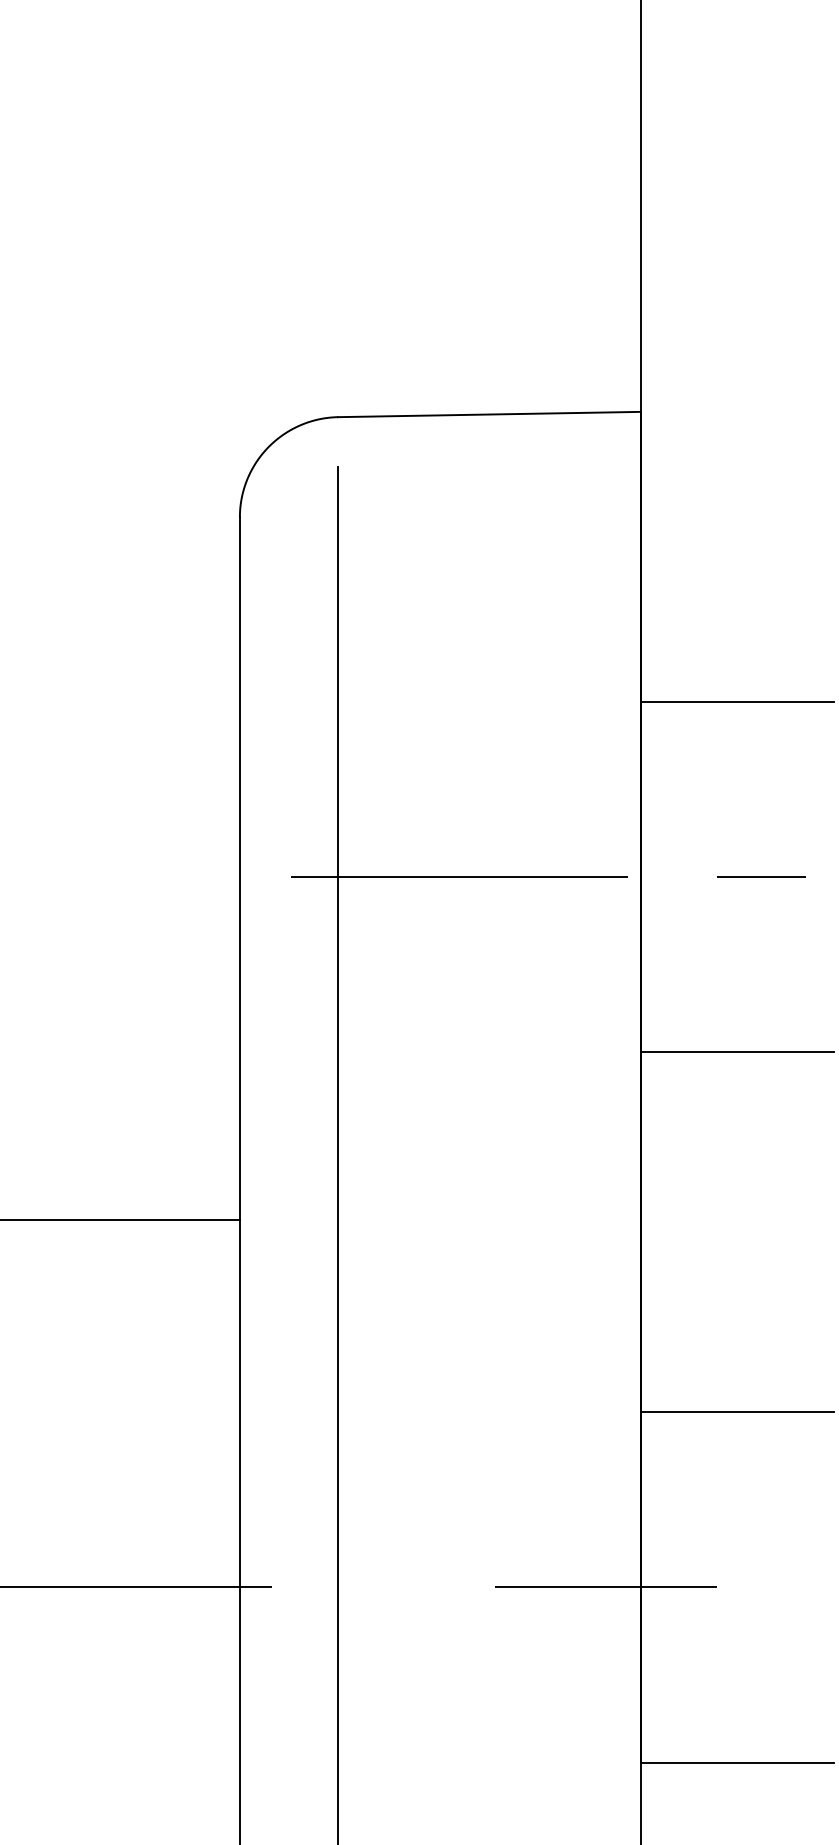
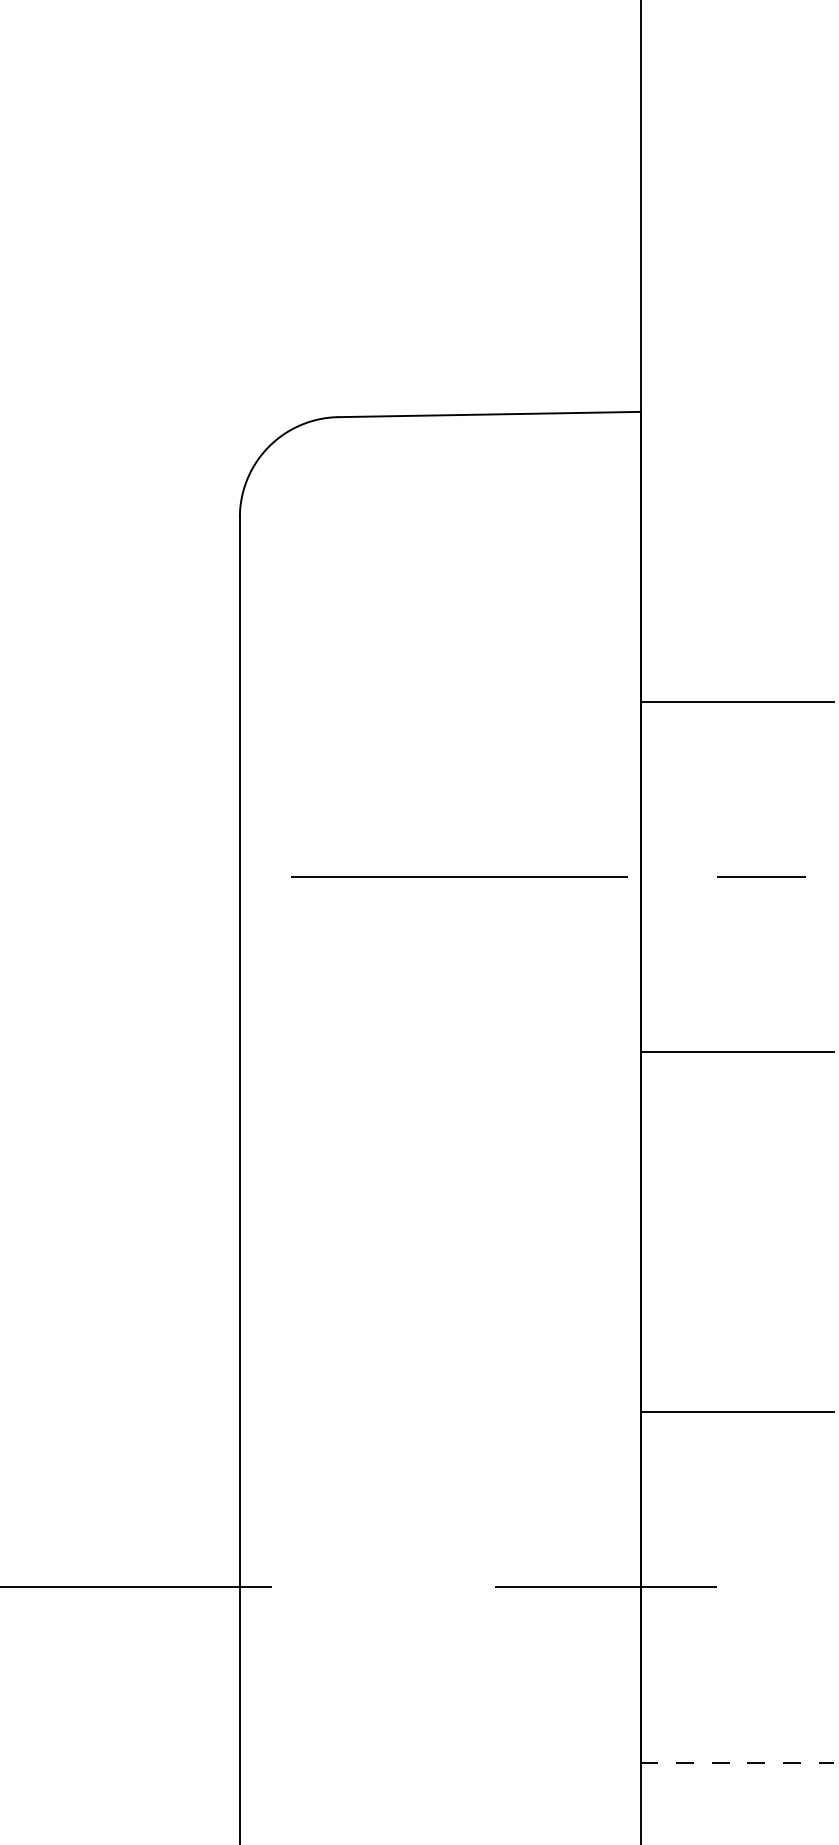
line at (338, 1154): present -> none
line at (120, 1220): present -> none
line at (737, 1762): solid -> dashed
